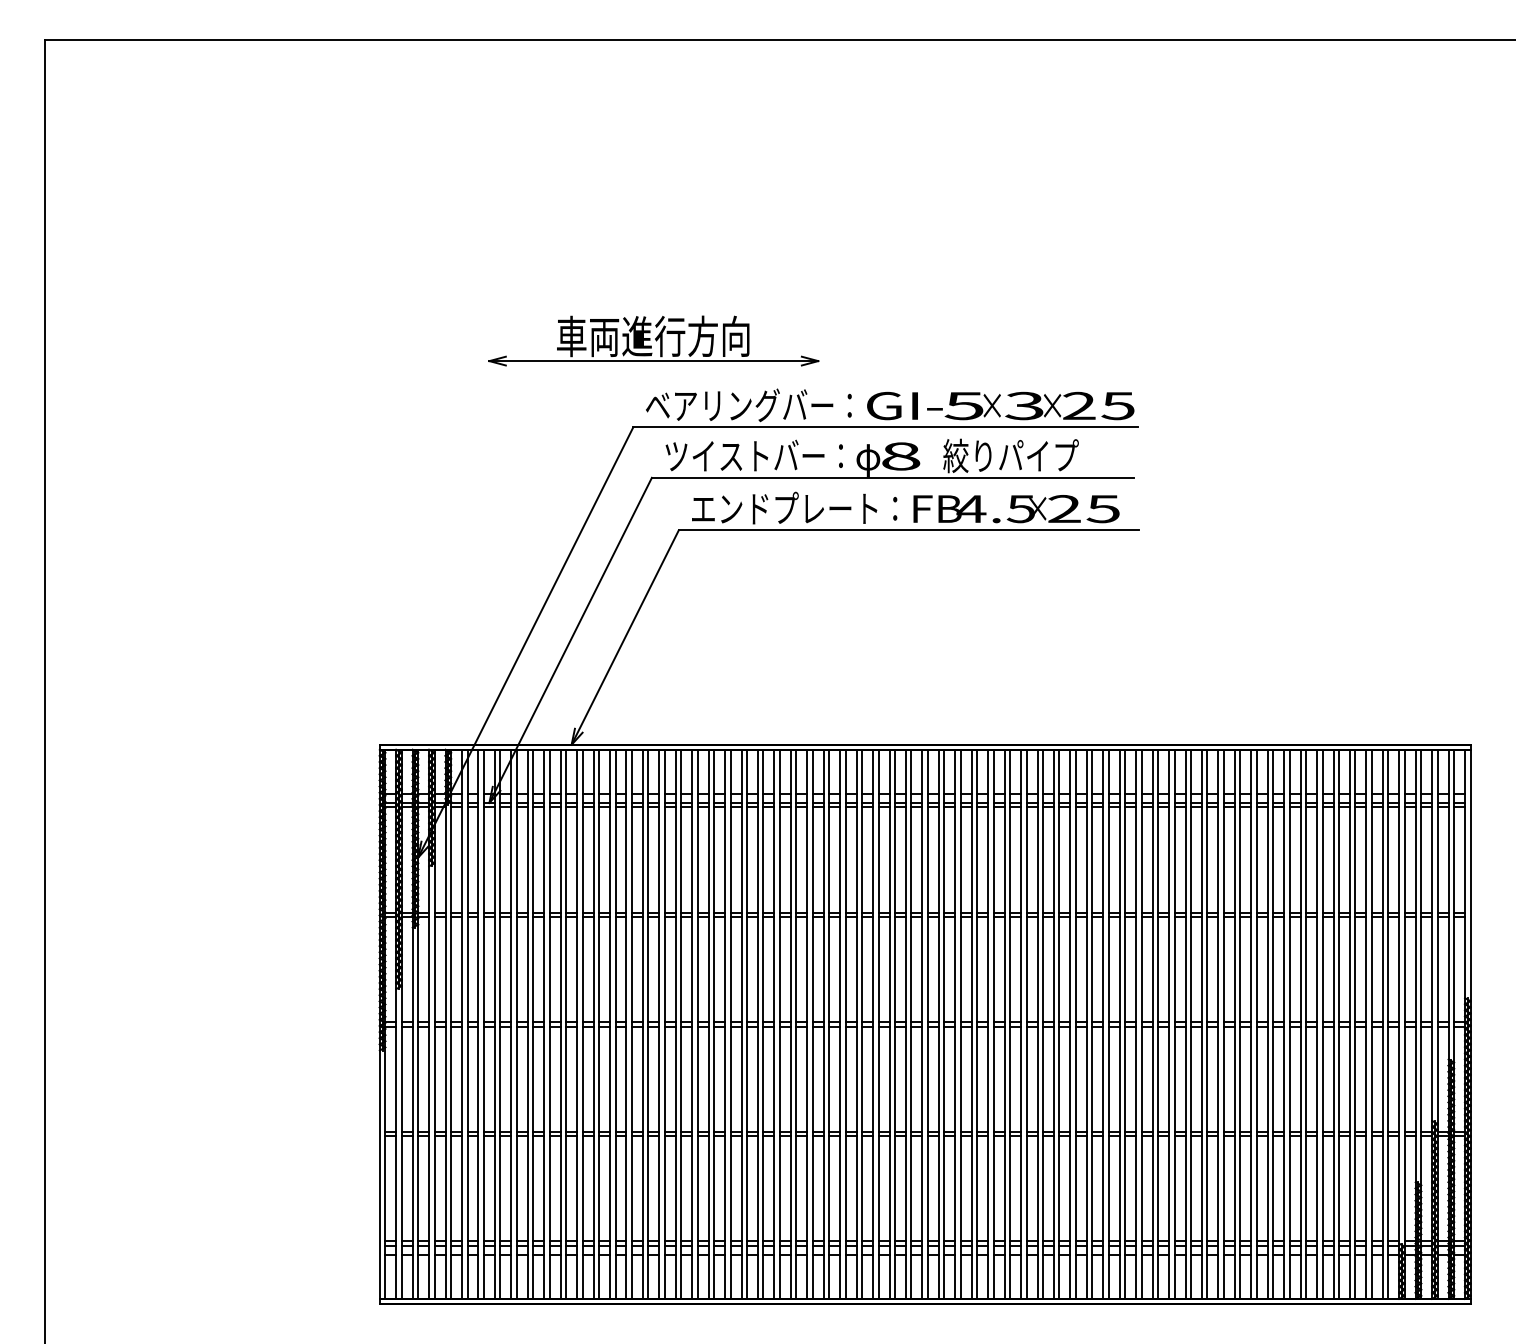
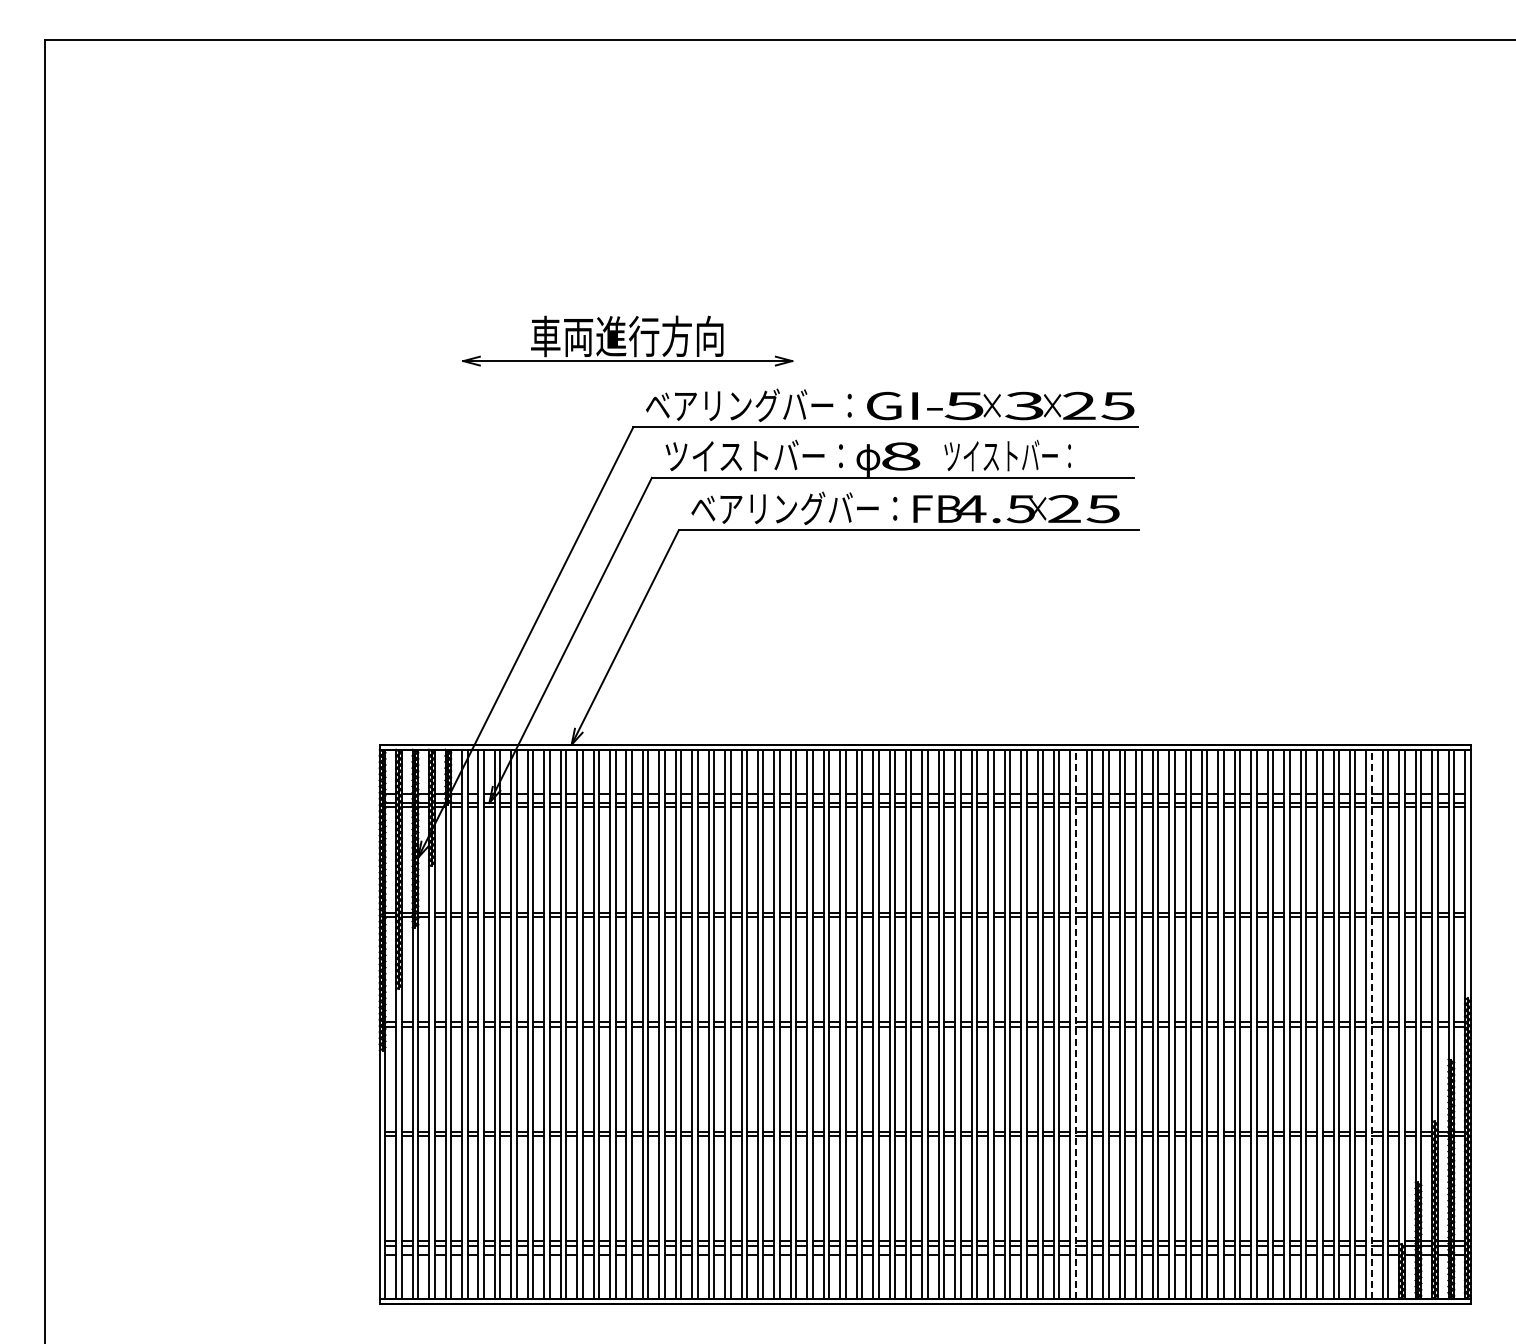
part at (653, 340) position: (653, 340) -> (627, 340)
text at (1010, 455): 絞りパイプ -> ツイストバー：
text at (784, 508): エンドプレート： -> ベアリングバー：
line at (1075, 1024): solid -> dashed
line at (1371, 1024): solid -> dashed
